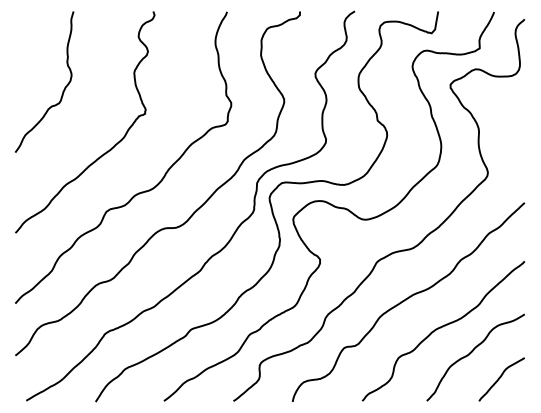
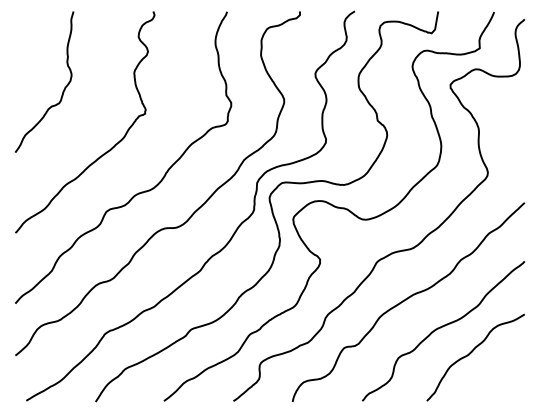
curve at (500, 378): present -> none
